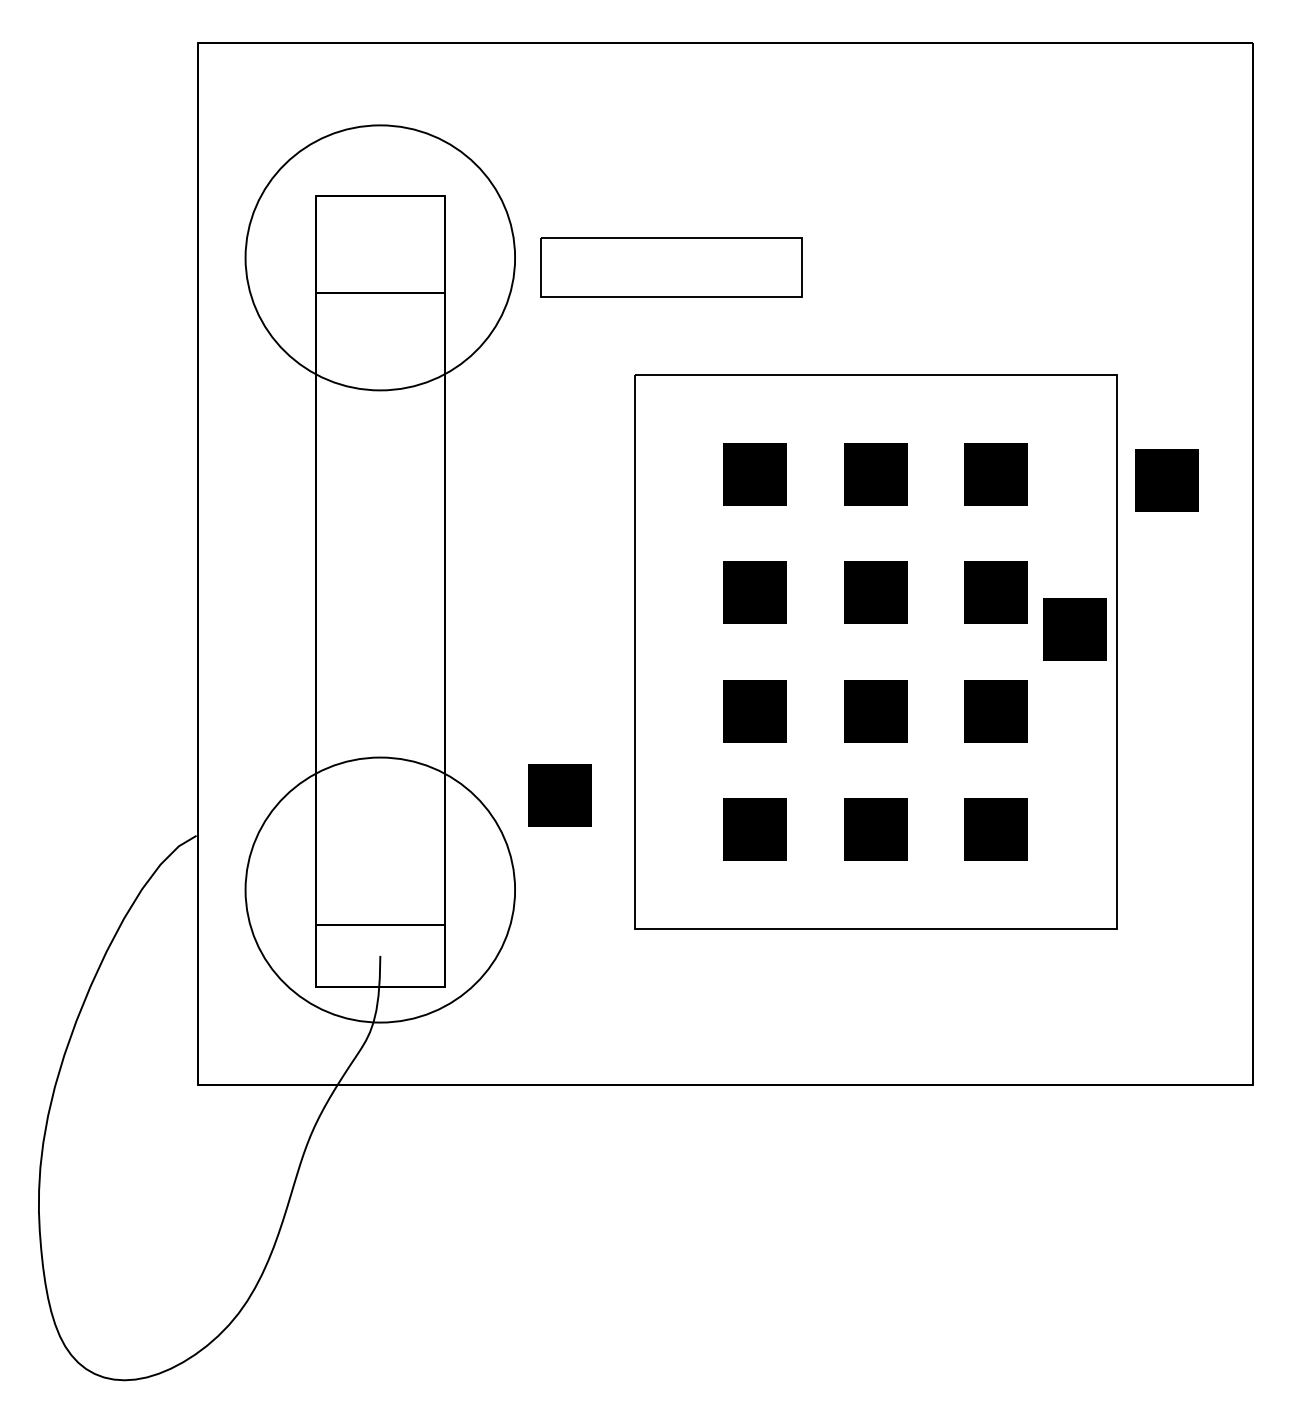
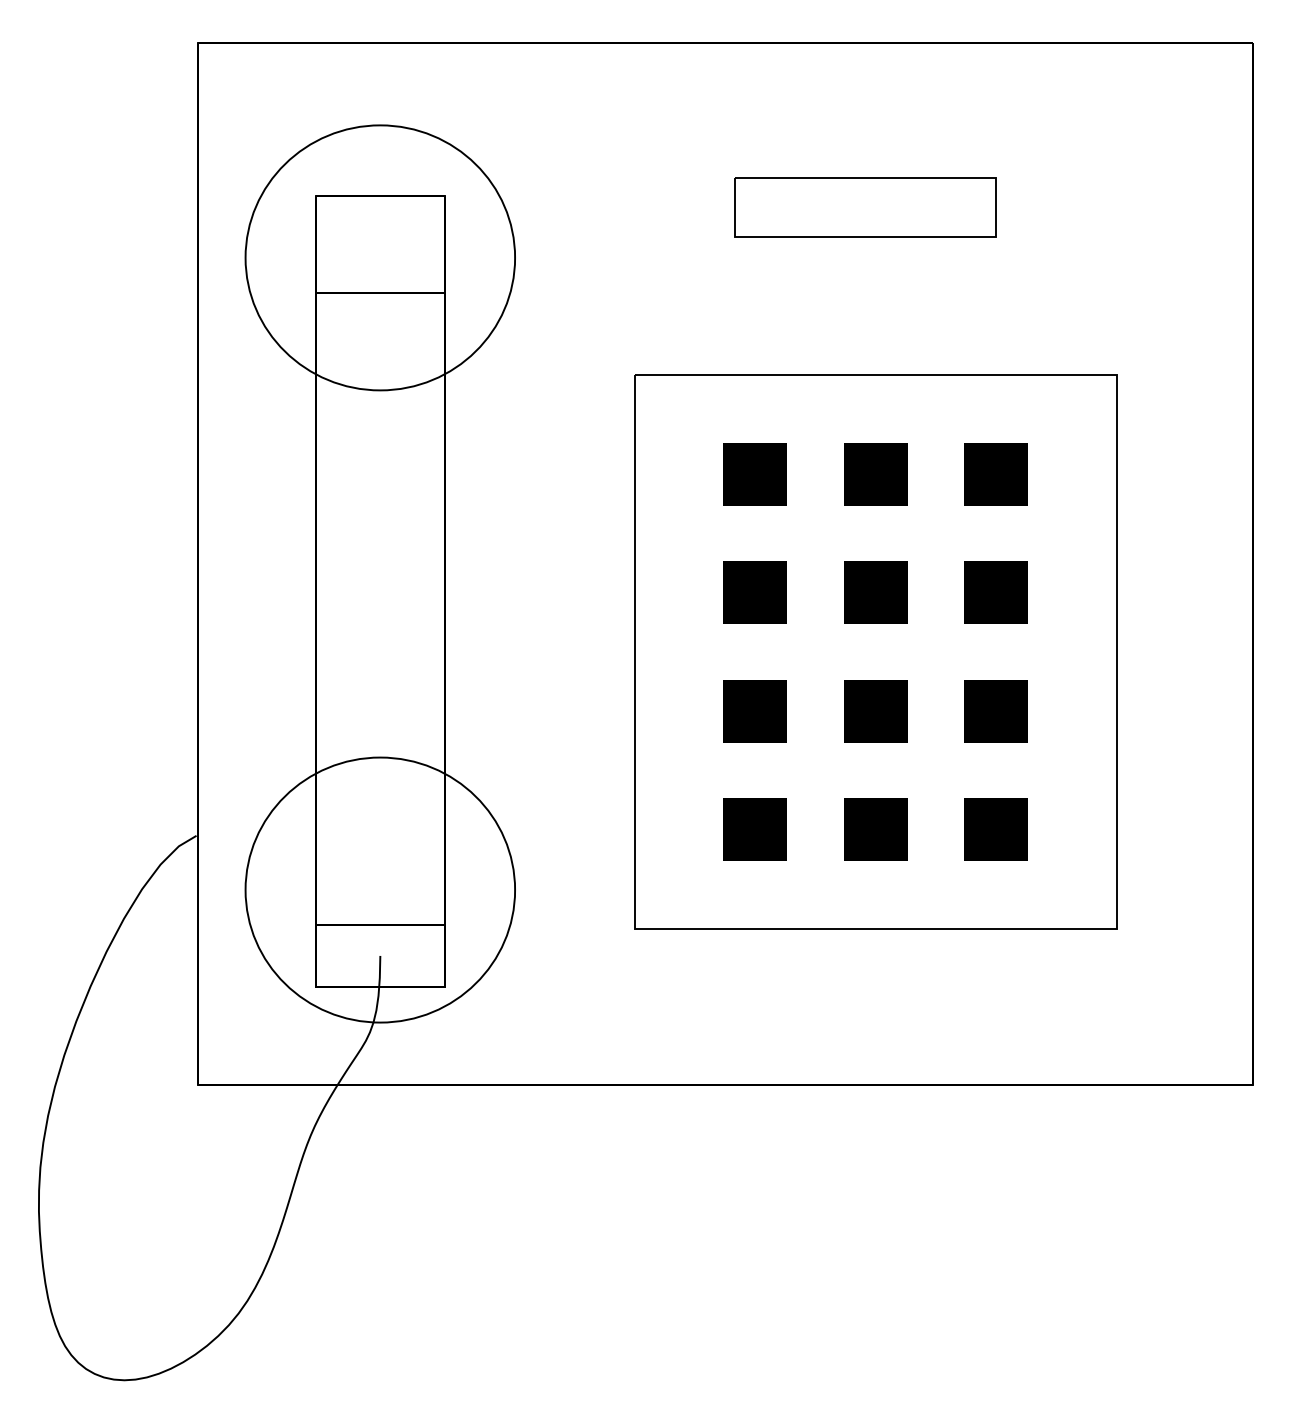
part at (671, 267) position: (671, 267) -> (865, 207)
line at (1166, 480): present -> none
line at (1074, 629): present -> none
line at (559, 795): present -> none
